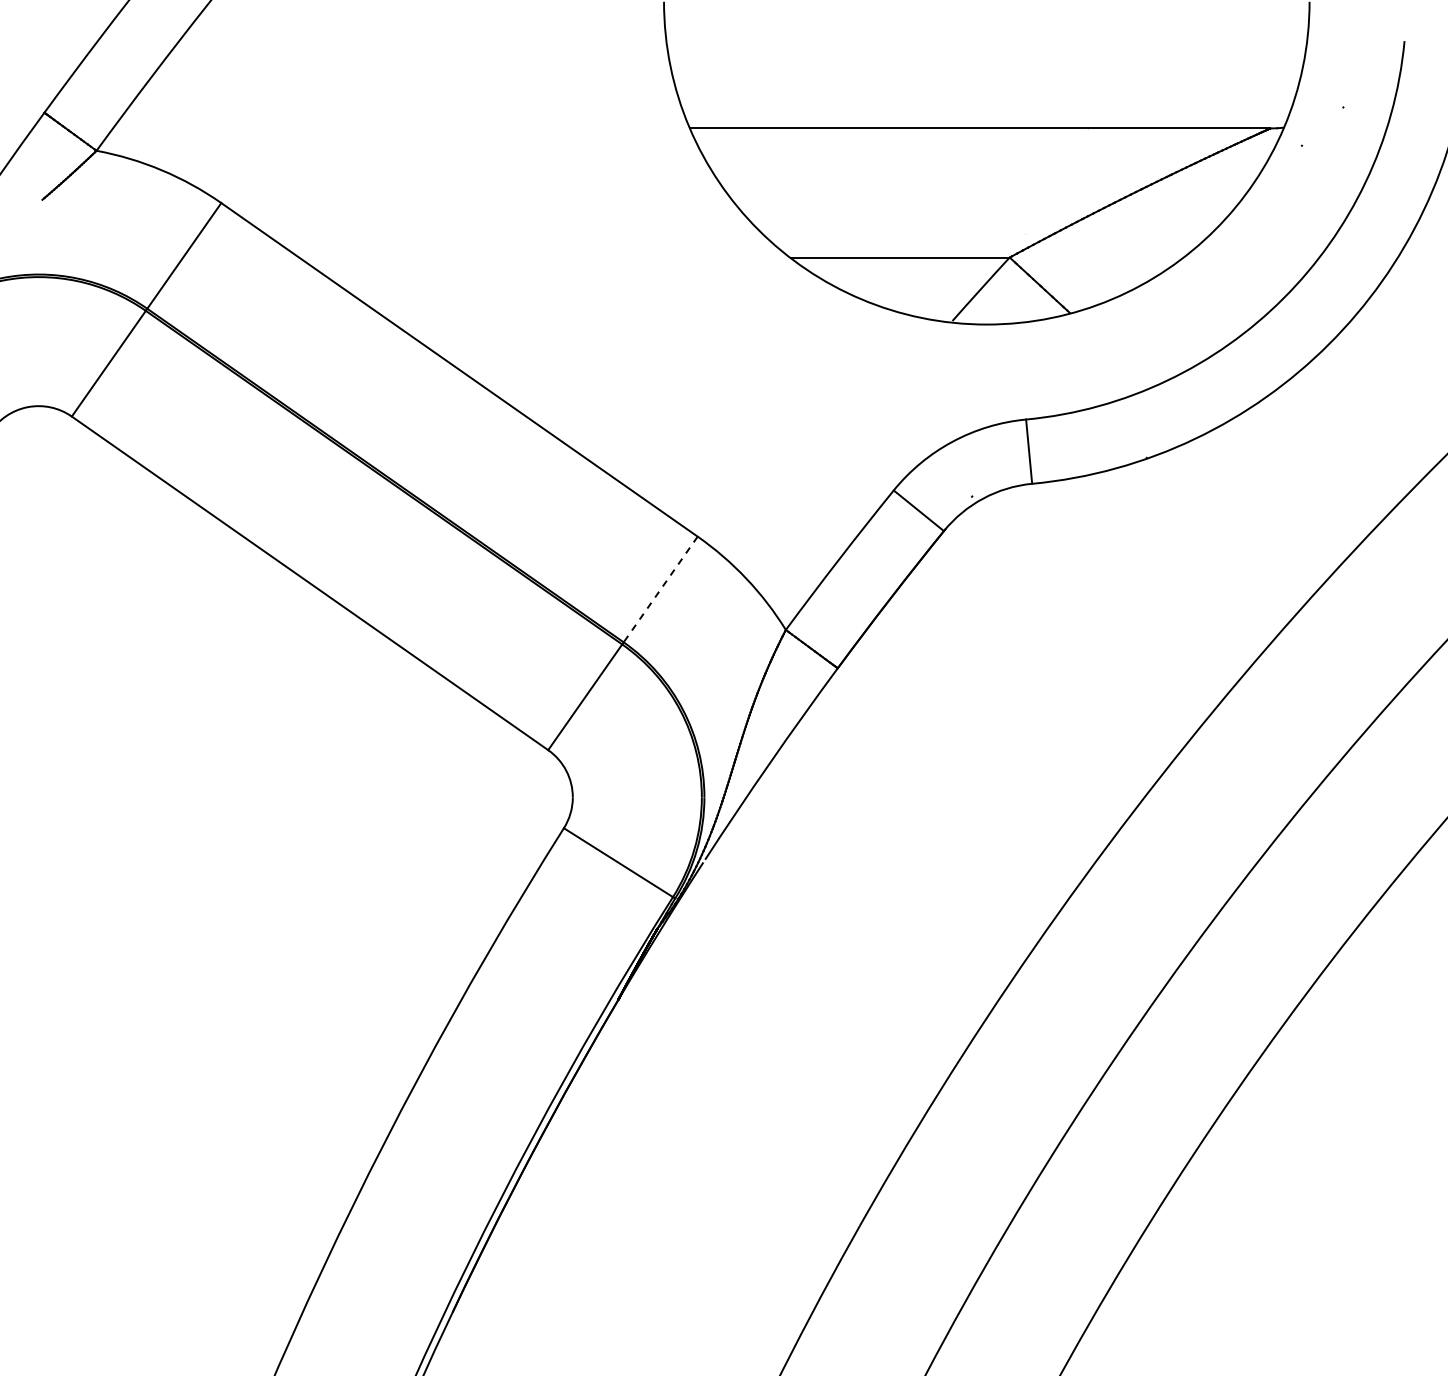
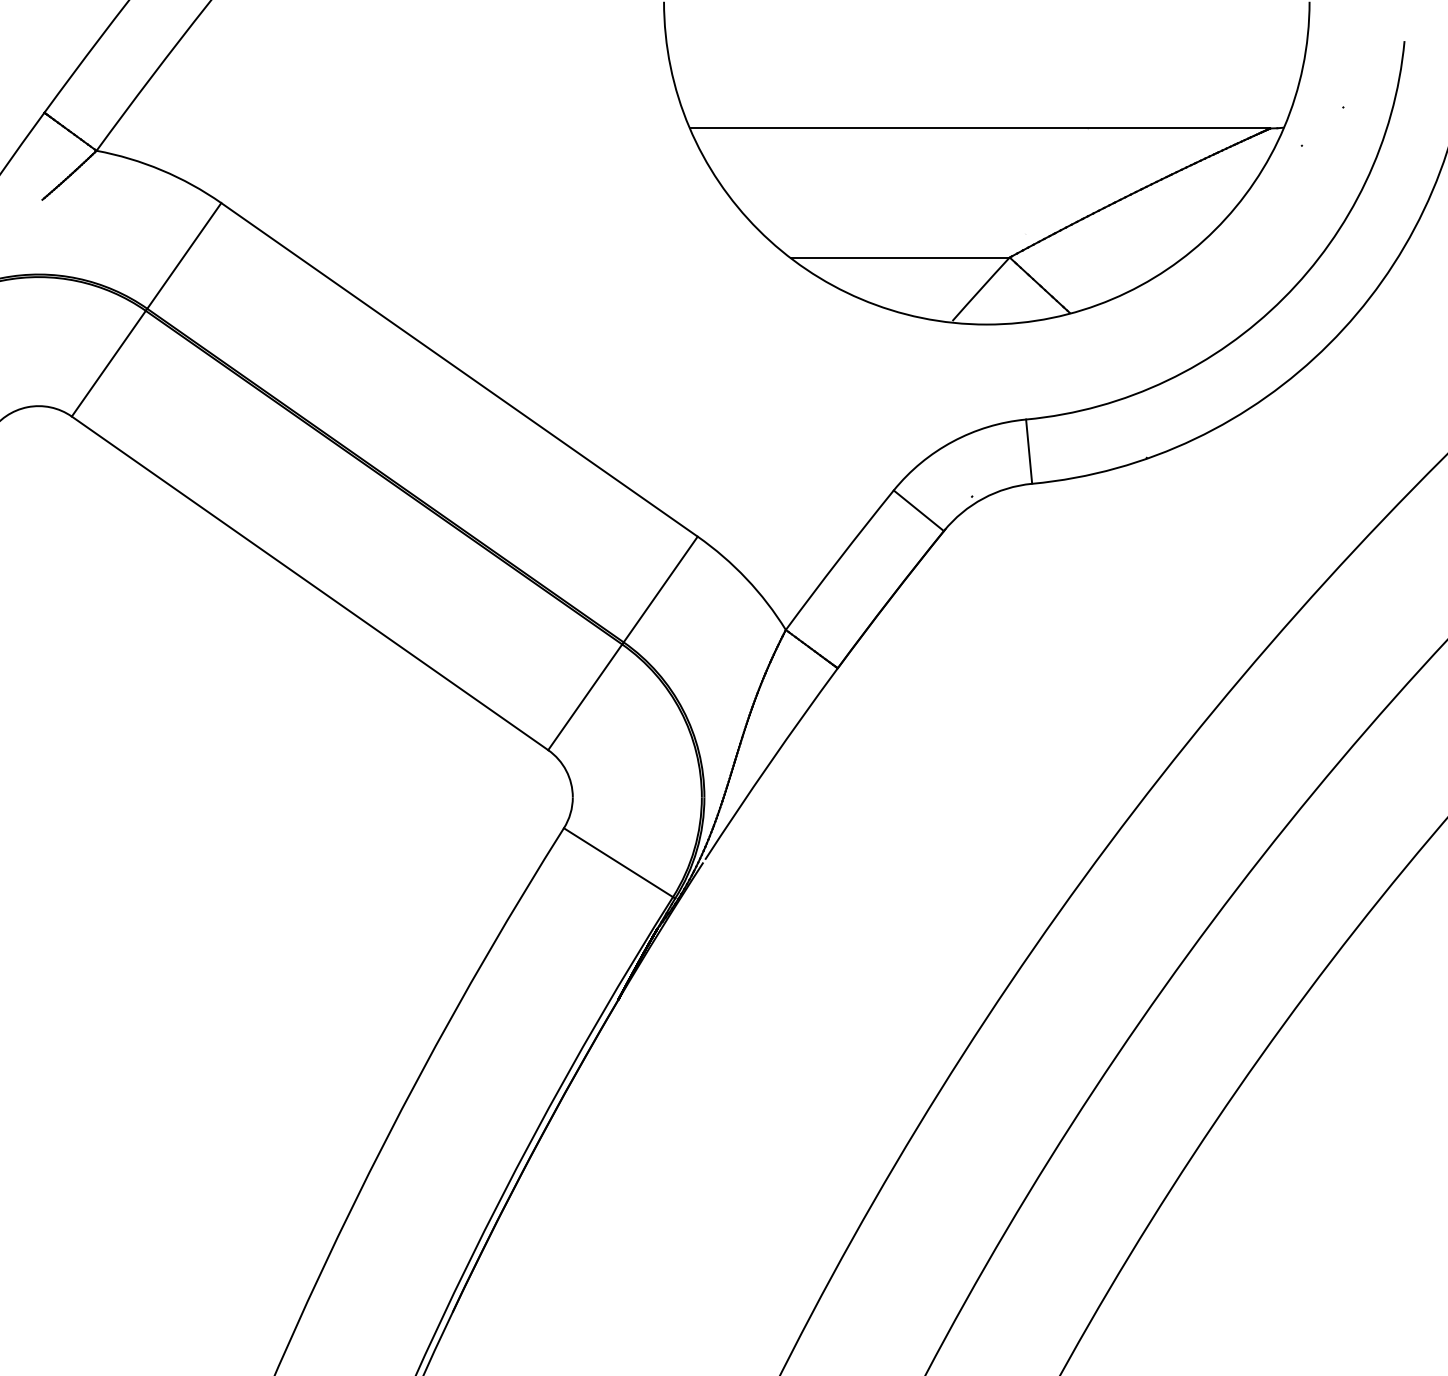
line at (660, 589): dashed -> solid
